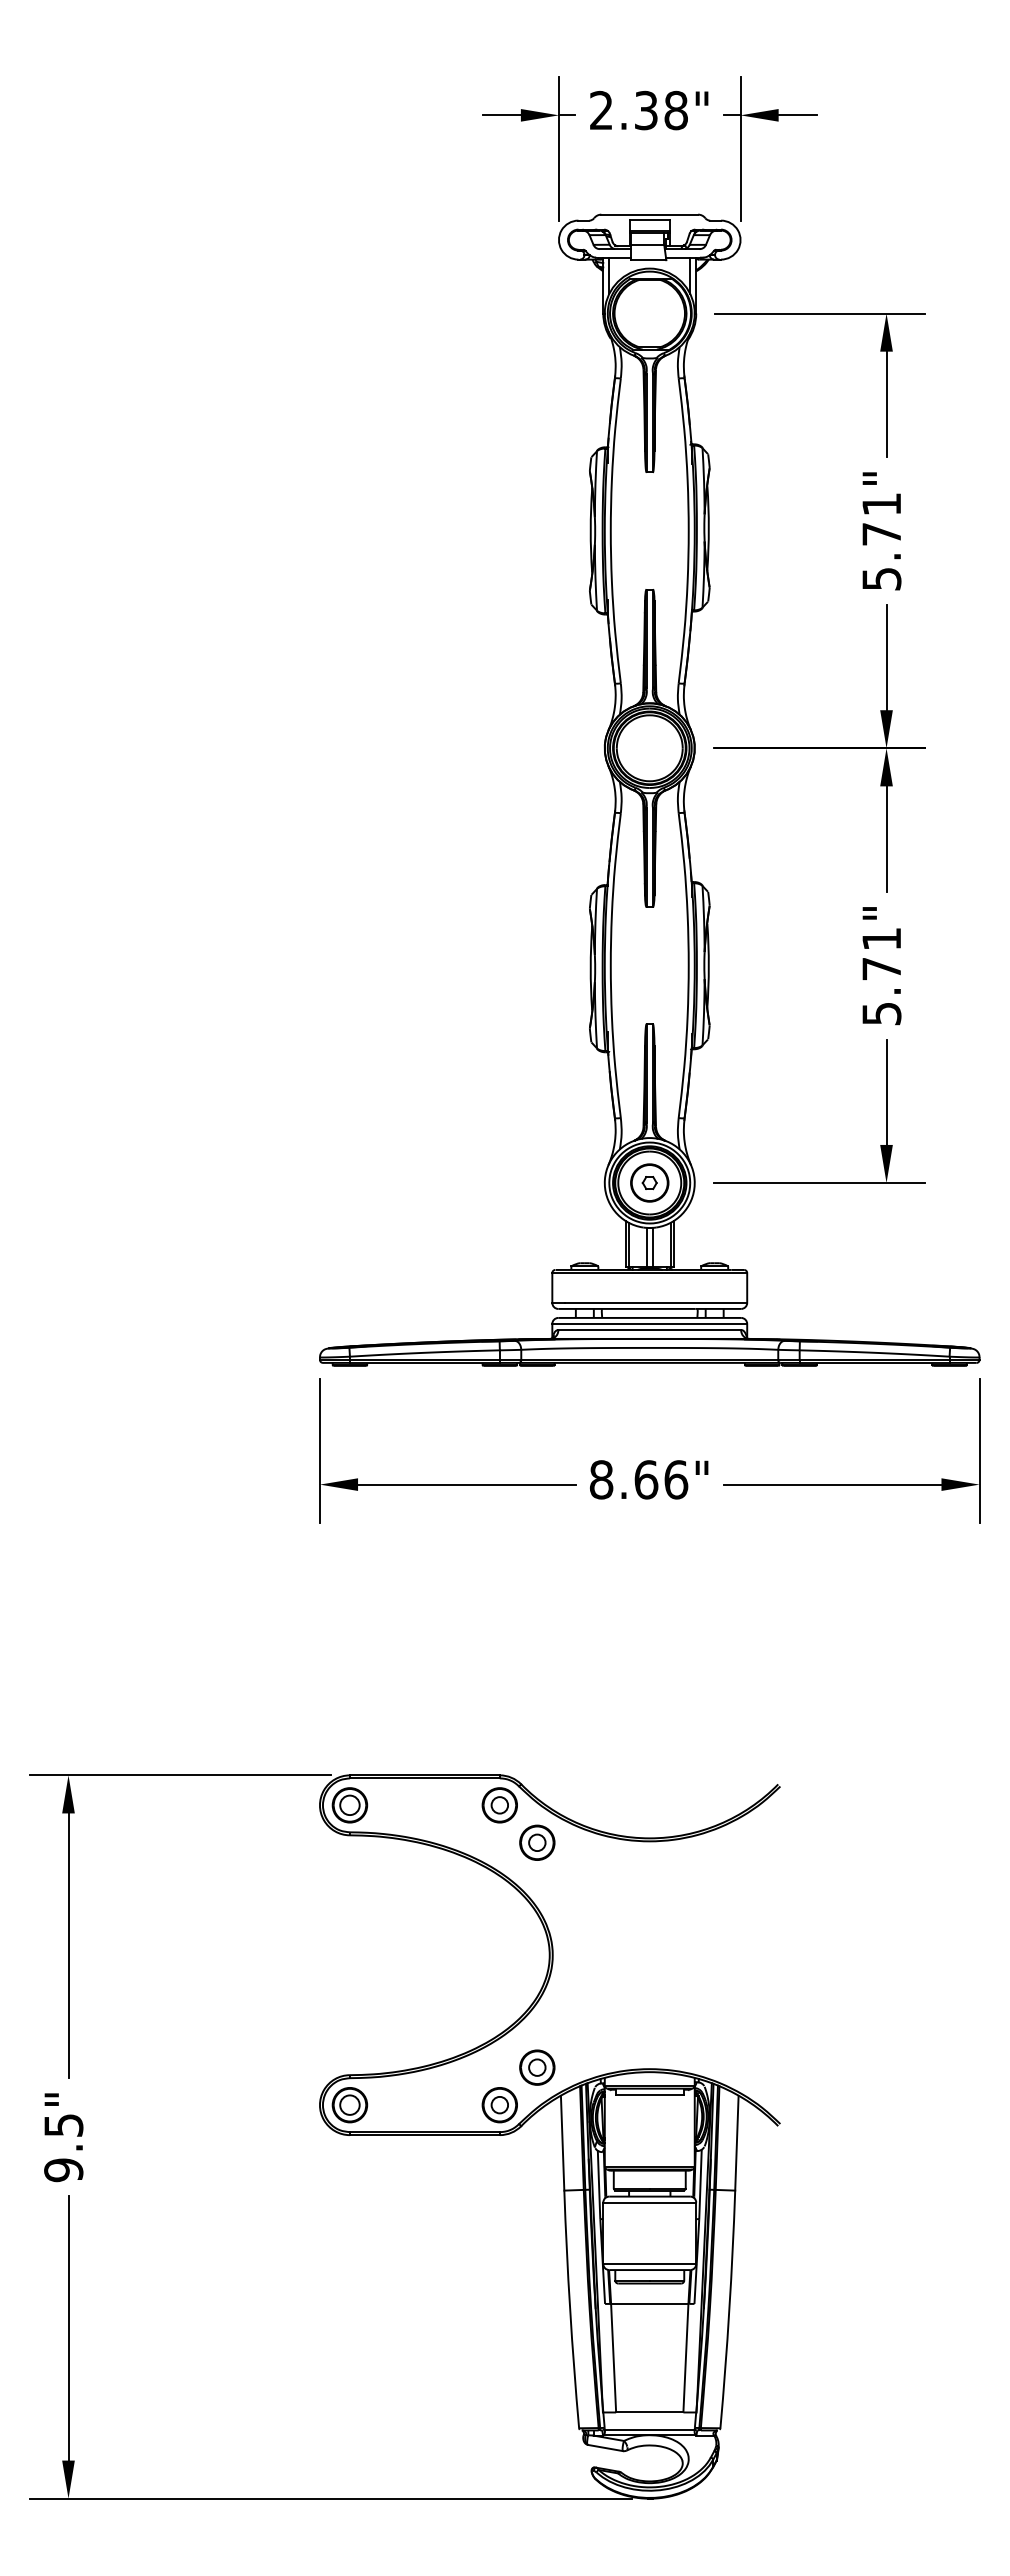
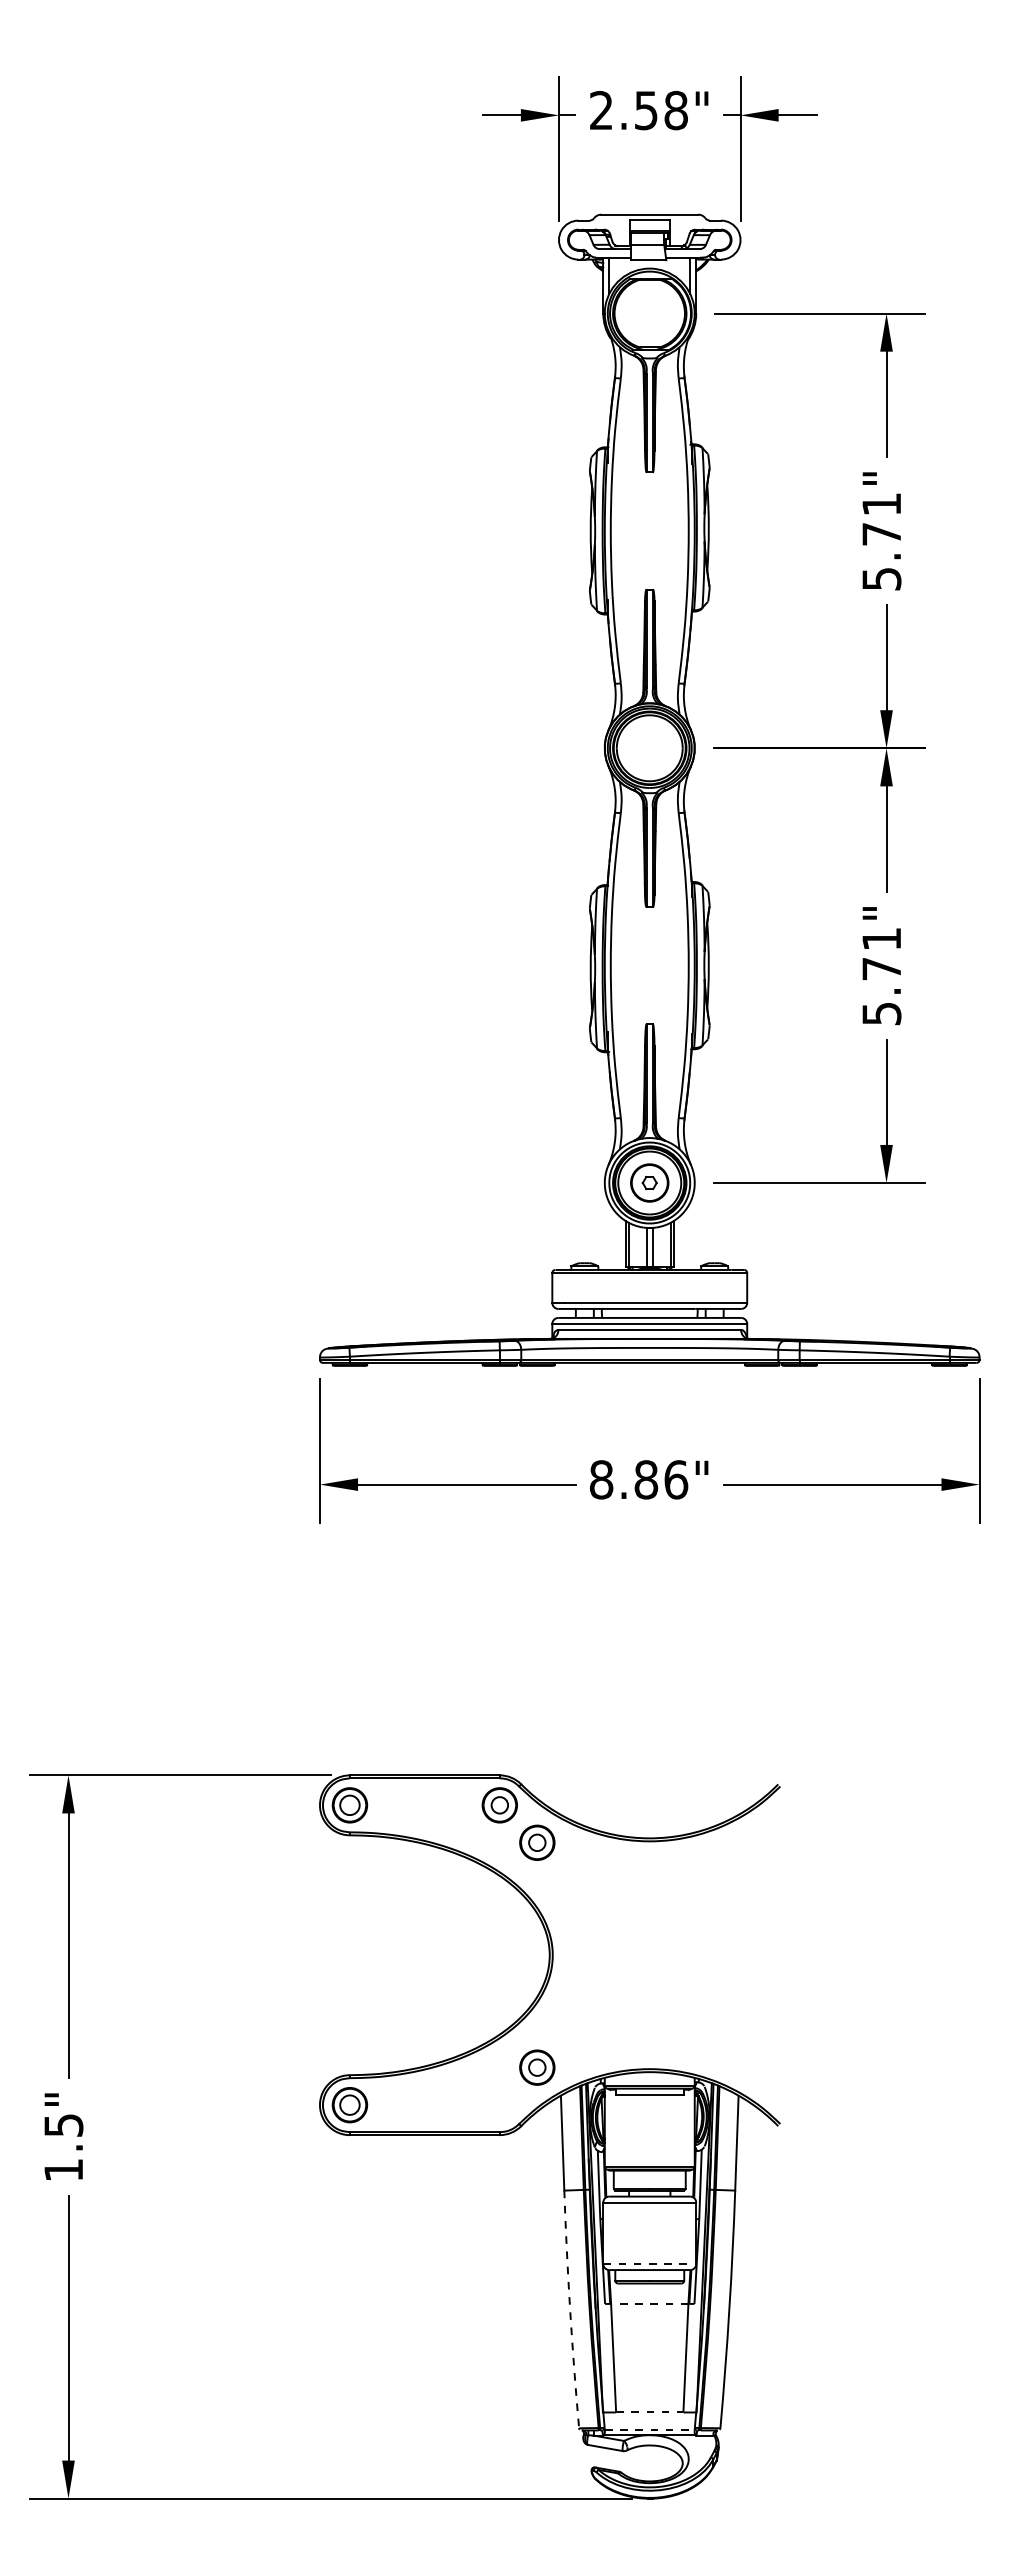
text at (646, 109): 2.38" -> 2.58"
text at (646, 1479): 8.66" -> 8.86"
part at (499, 2105): present -> none
text at (63, 2170): 9.5" -> 1.5"
line at (650, 2264): solid -> dashed
line at (649, 2303): solid -> dashed
arc at (570, 2309): solid -> dashed
line at (649, 2412): solid -> dashed
line at (649, 2430): solid -> dashed
